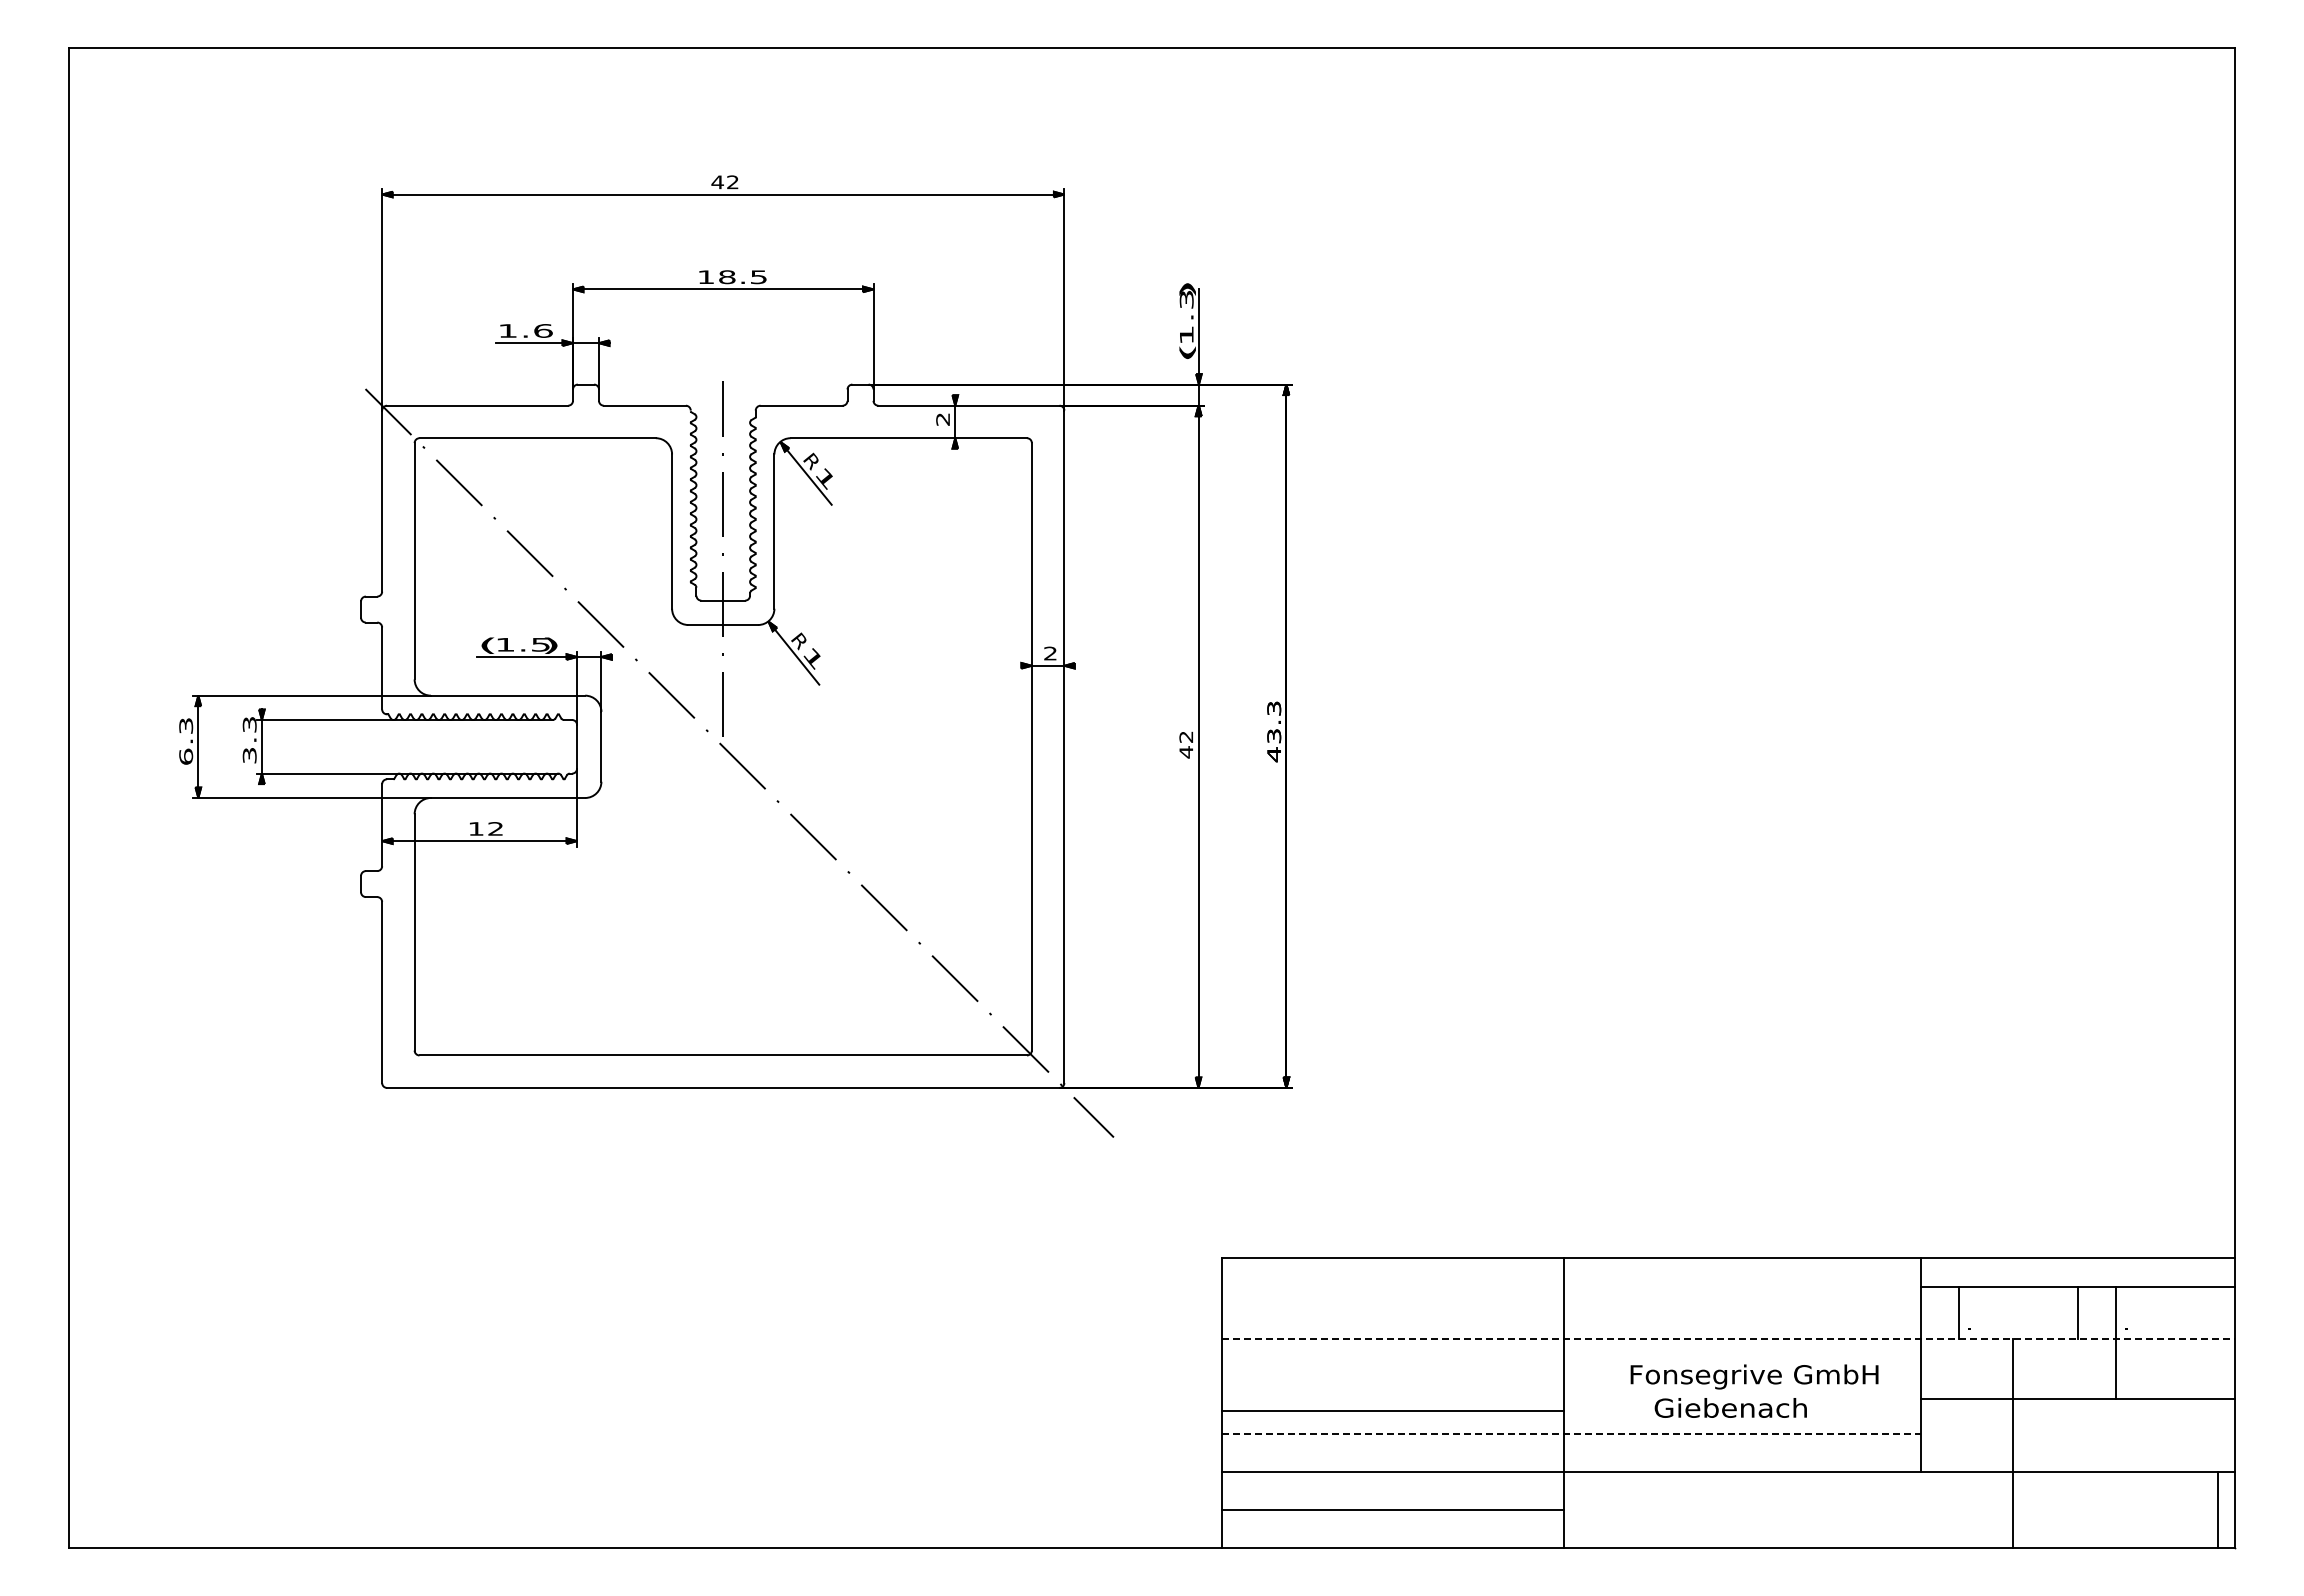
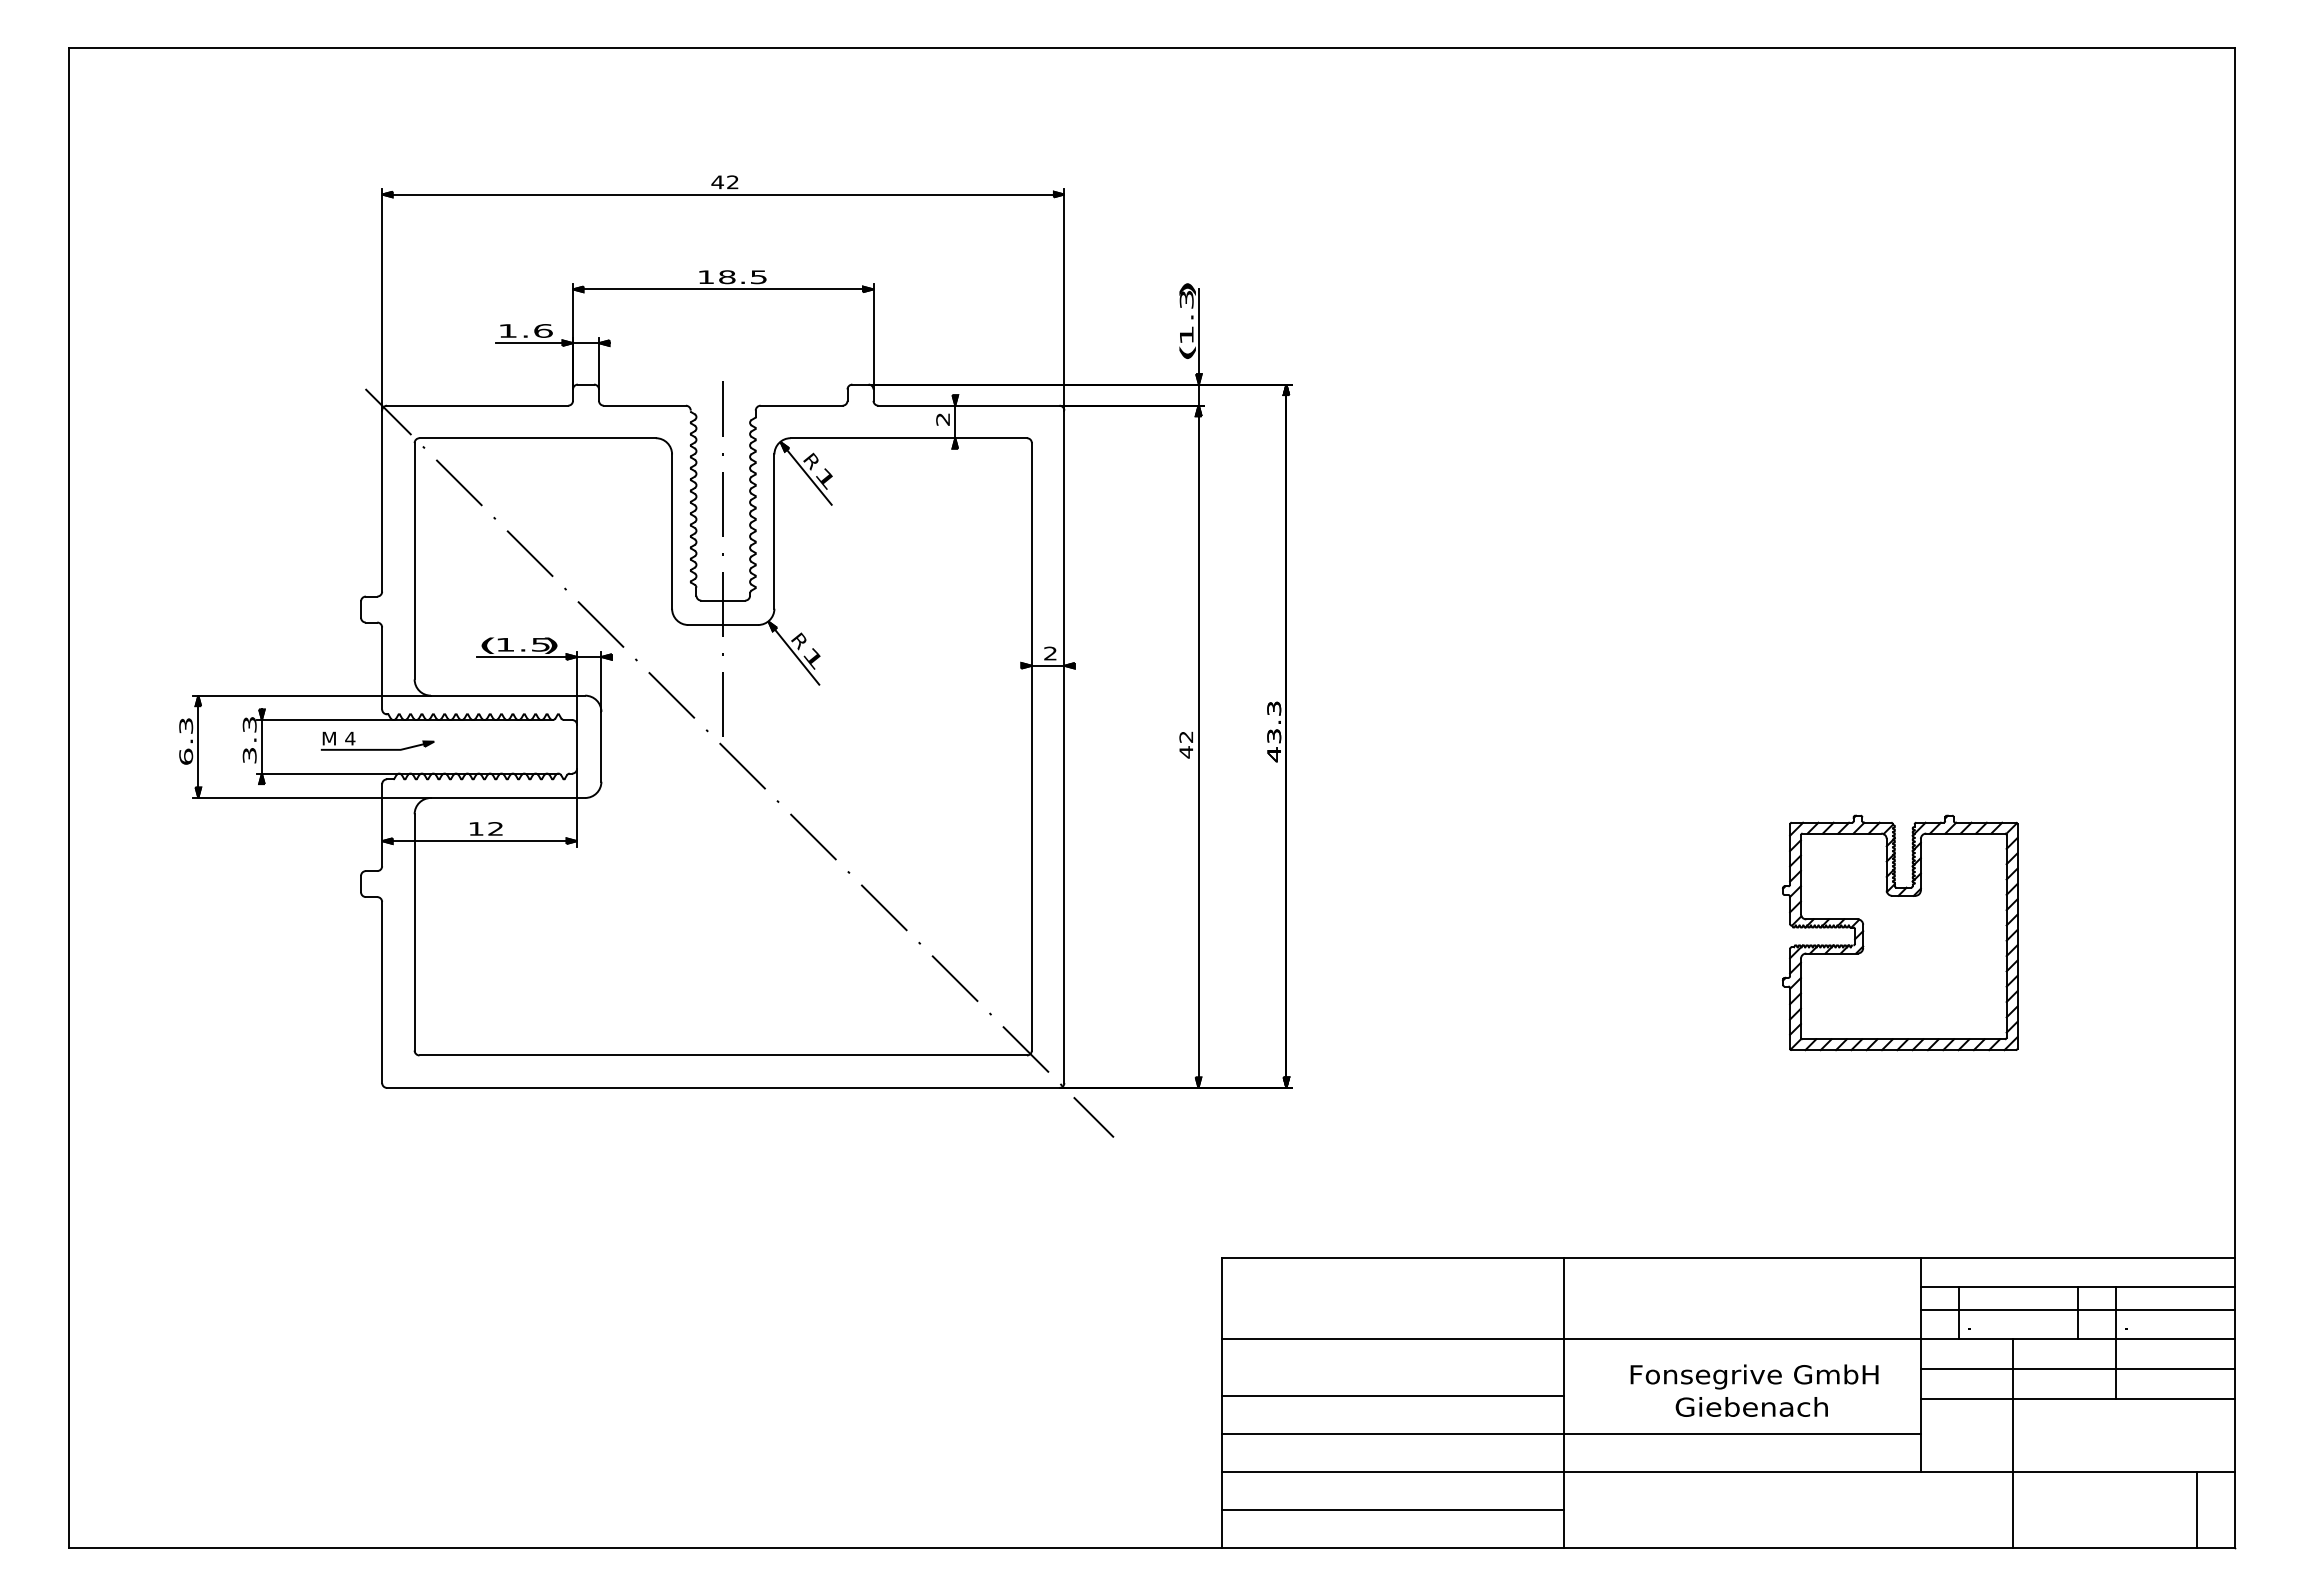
part at (377, 749): none -> present
part at (1900, 932): none -> present
line at (2077, 1310): none -> present
line at (1729, 1338): dashed -> solid
line at (2077, 1369): none -> present
text at (1730, 1407) position: (1730, 1407) -> (1751, 1406)
line at (1392, 1411) position: (1392, 1411) -> (1392, 1396)
line at (1572, 1434): dashed -> solid
line at (2217, 1509) position: (2217, 1509) -> (2196, 1509)
